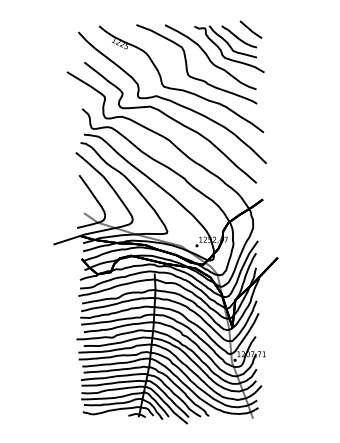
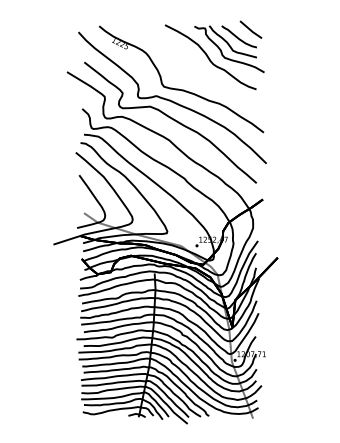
curve at (187, 64): present -> none
